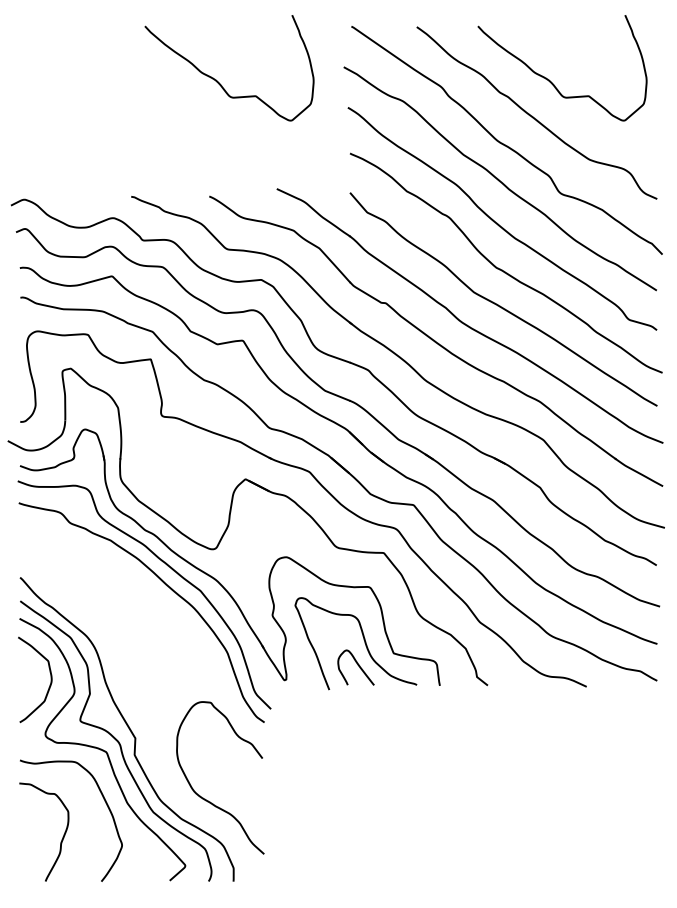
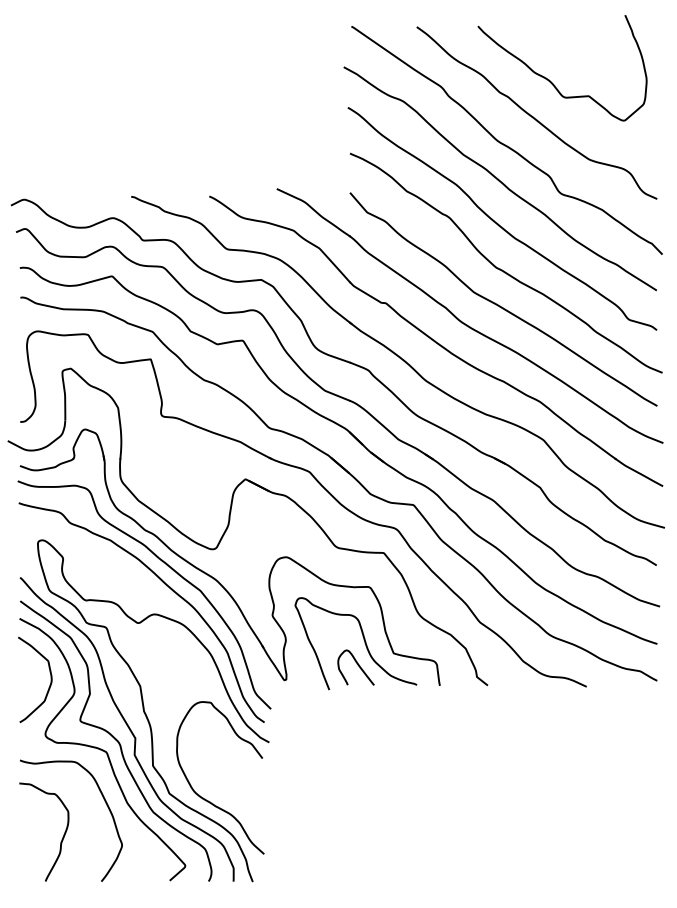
curve at (217, 80): present -> none
curve at (146, 713): none -> present
